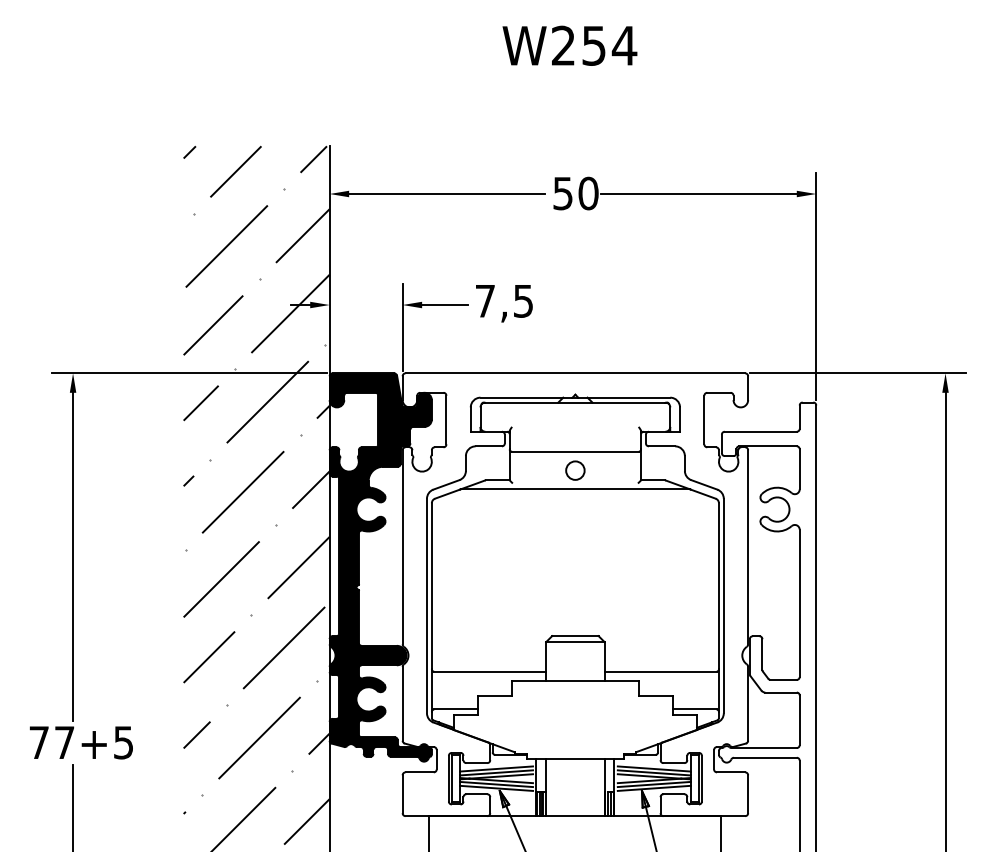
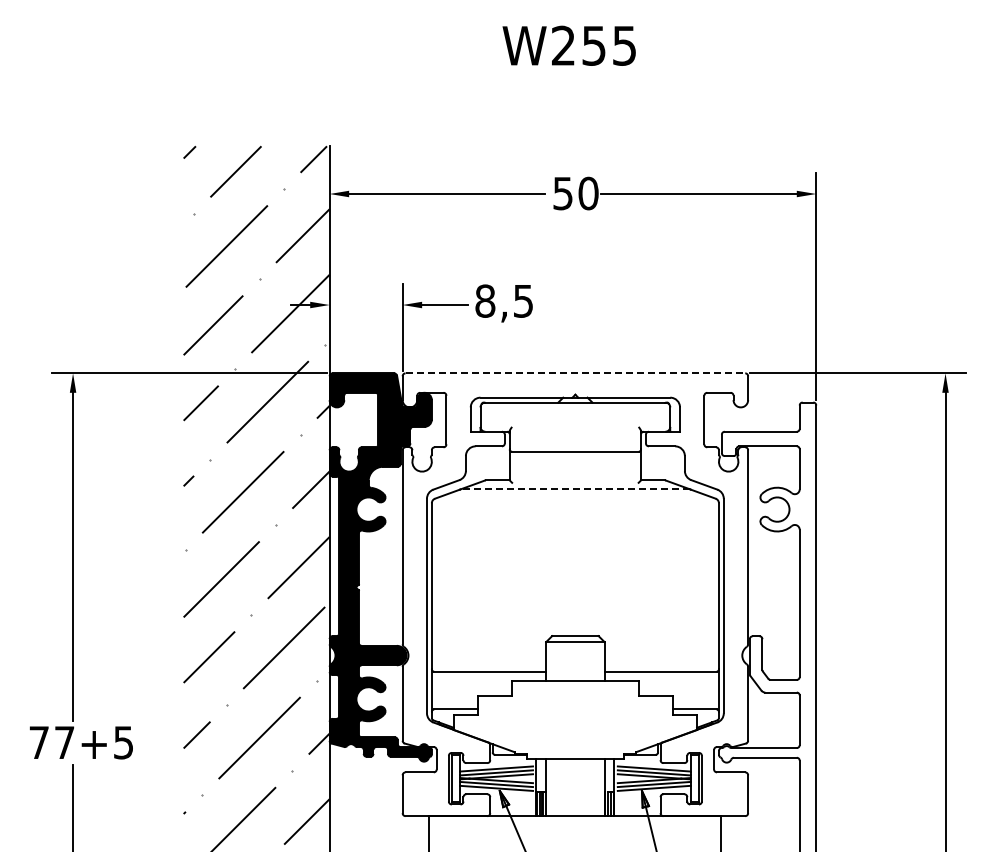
text at (624, 45): W254 -> W255
text at (485, 300): 7,5 -> 8,5
line at (575, 373): solid -> dashed
circle at (575, 470): present -> none
line at (575, 489): solid -> dashed
